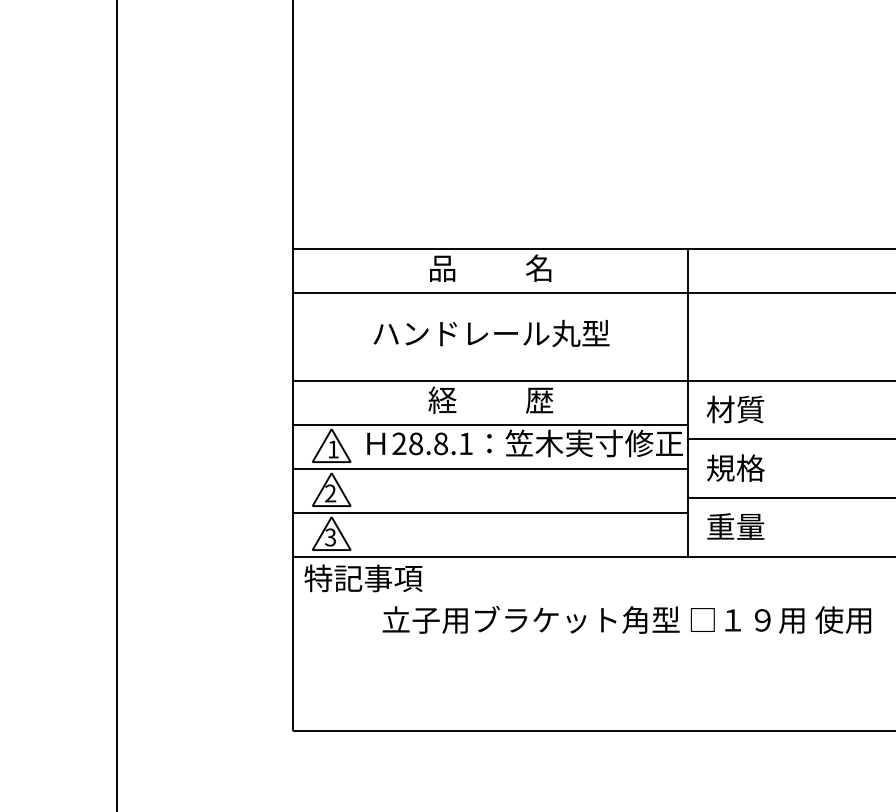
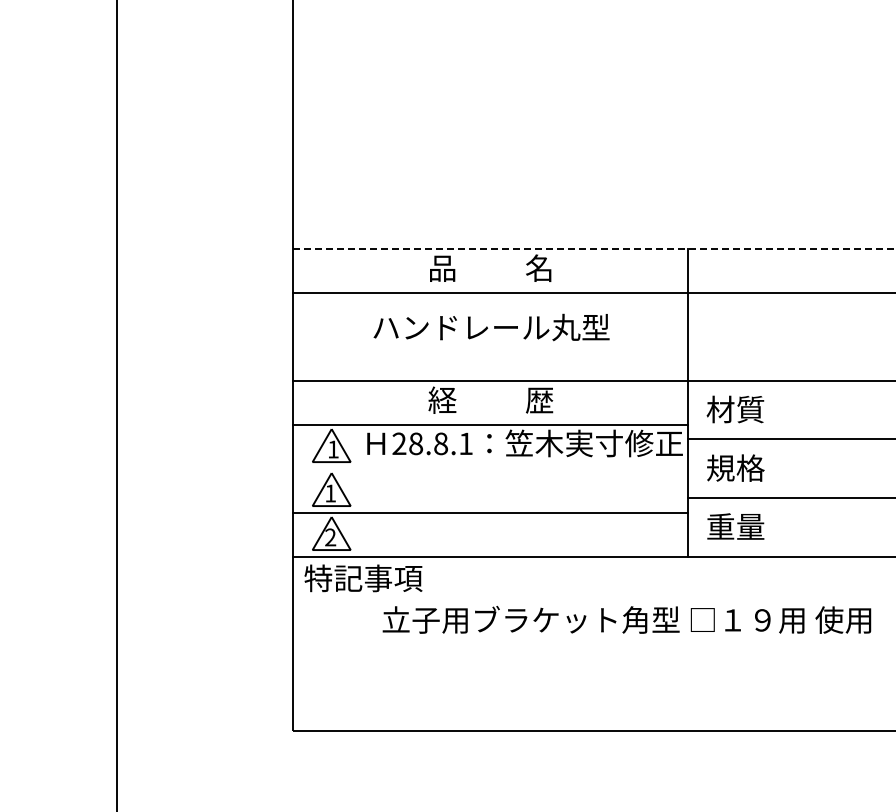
line at (594, 248): solid -> dashed
text at (491, 333) position: (491, 333) -> (491, 327)
line at (490, 468): present -> none
text at (330, 493): 2 -> 1
text at (330, 537): 3 -> 2
